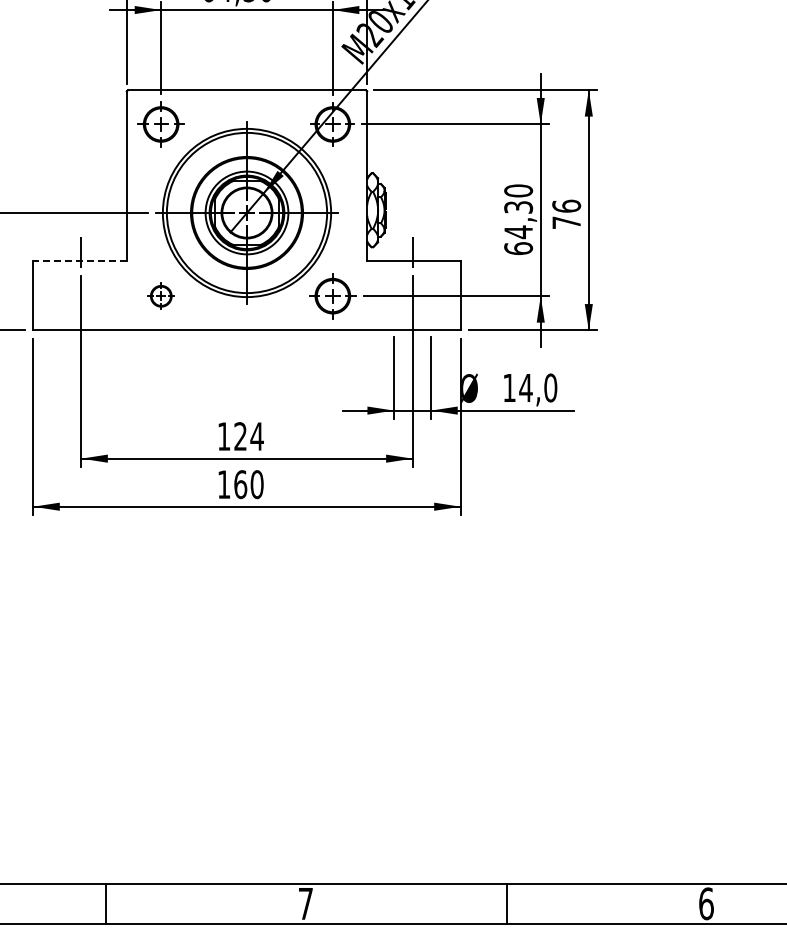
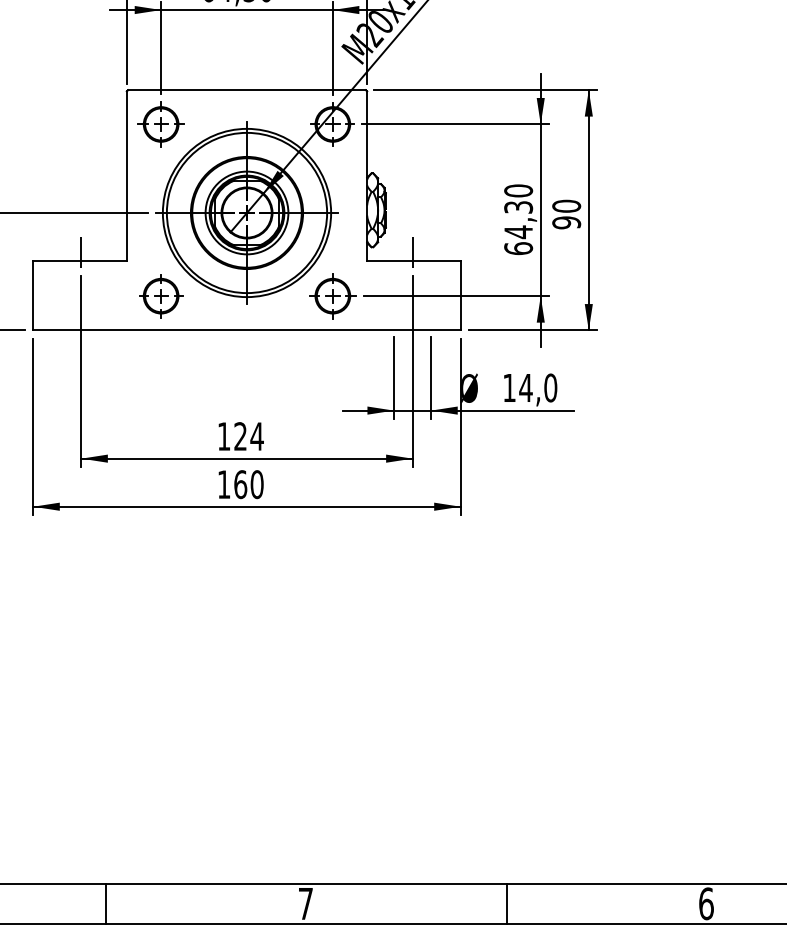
text at (566, 214): 76 -> 90
line at (80, 261): dashed -> solid
part at (160, 295) size: 28x28 px -> 45x45 px
